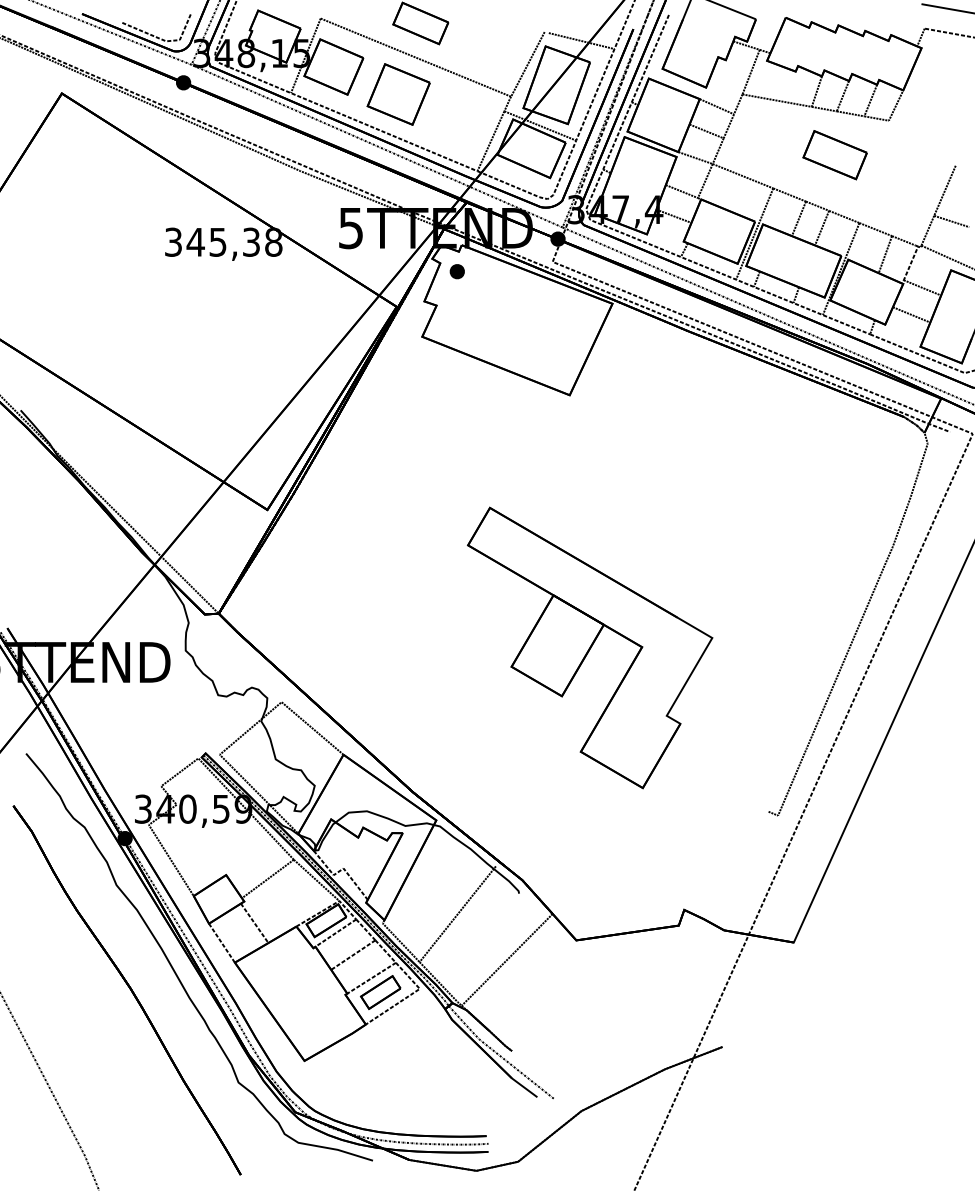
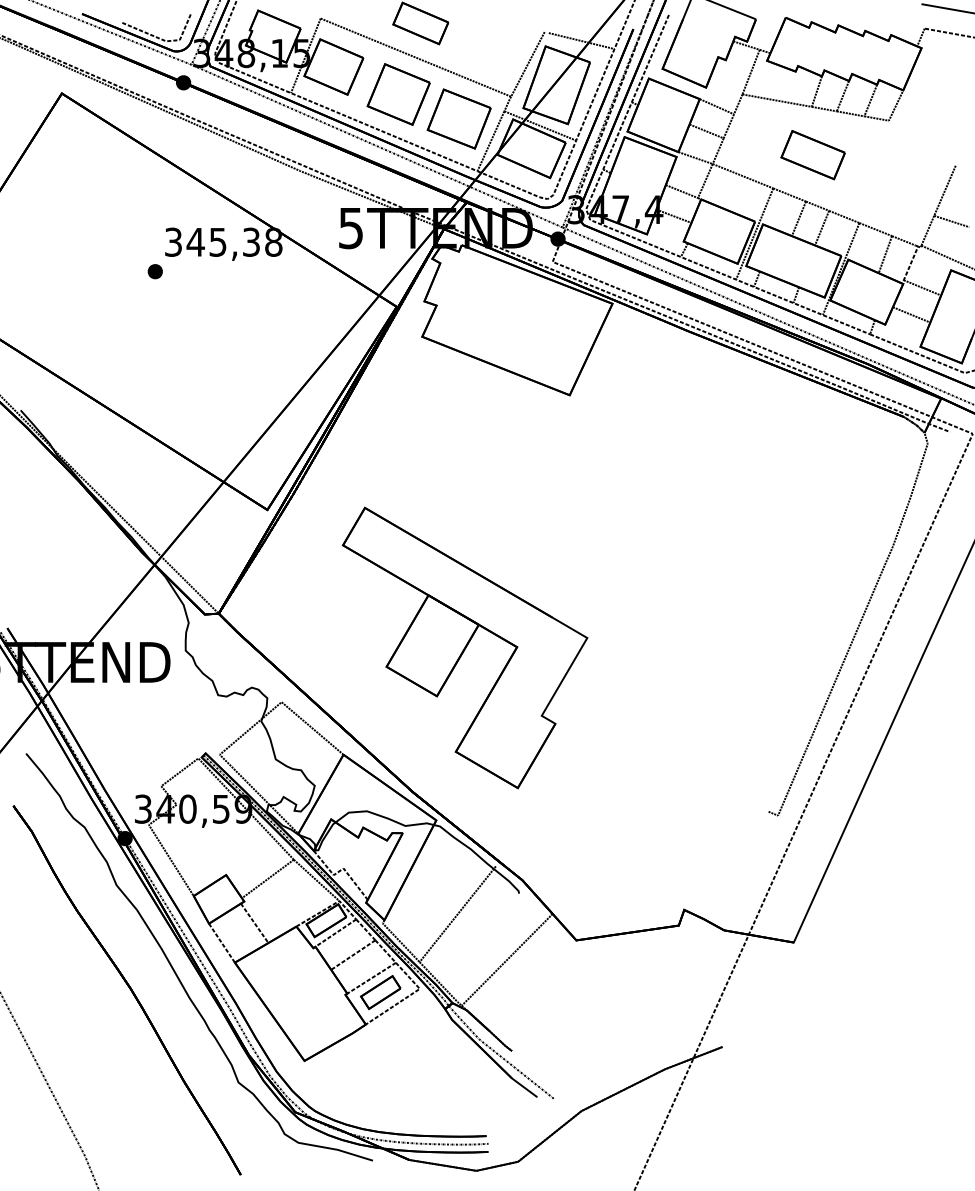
part at (458, 118): none -> present
part at (834, 155) position: (834, 155) -> (812, 155)
part at (456, 271) position: (456, 271) -> (154, 271)
part at (590, 647) position: (590, 647) -> (465, 647)
